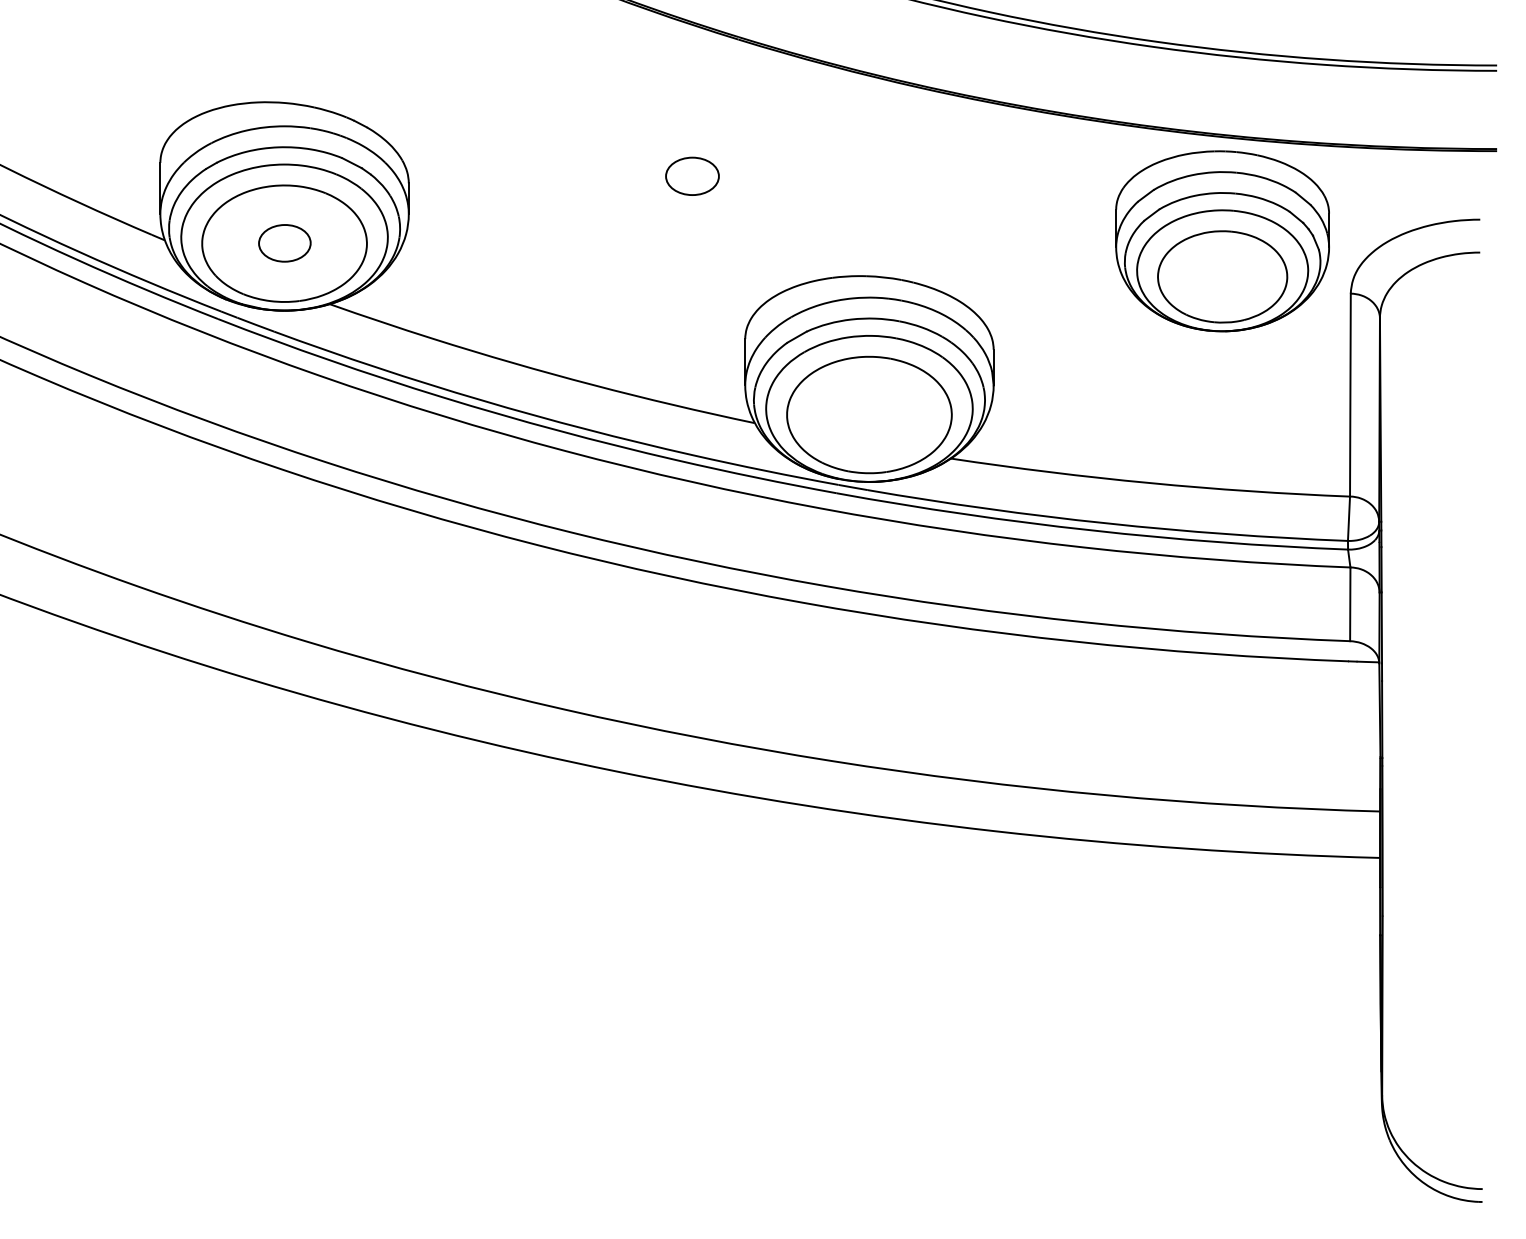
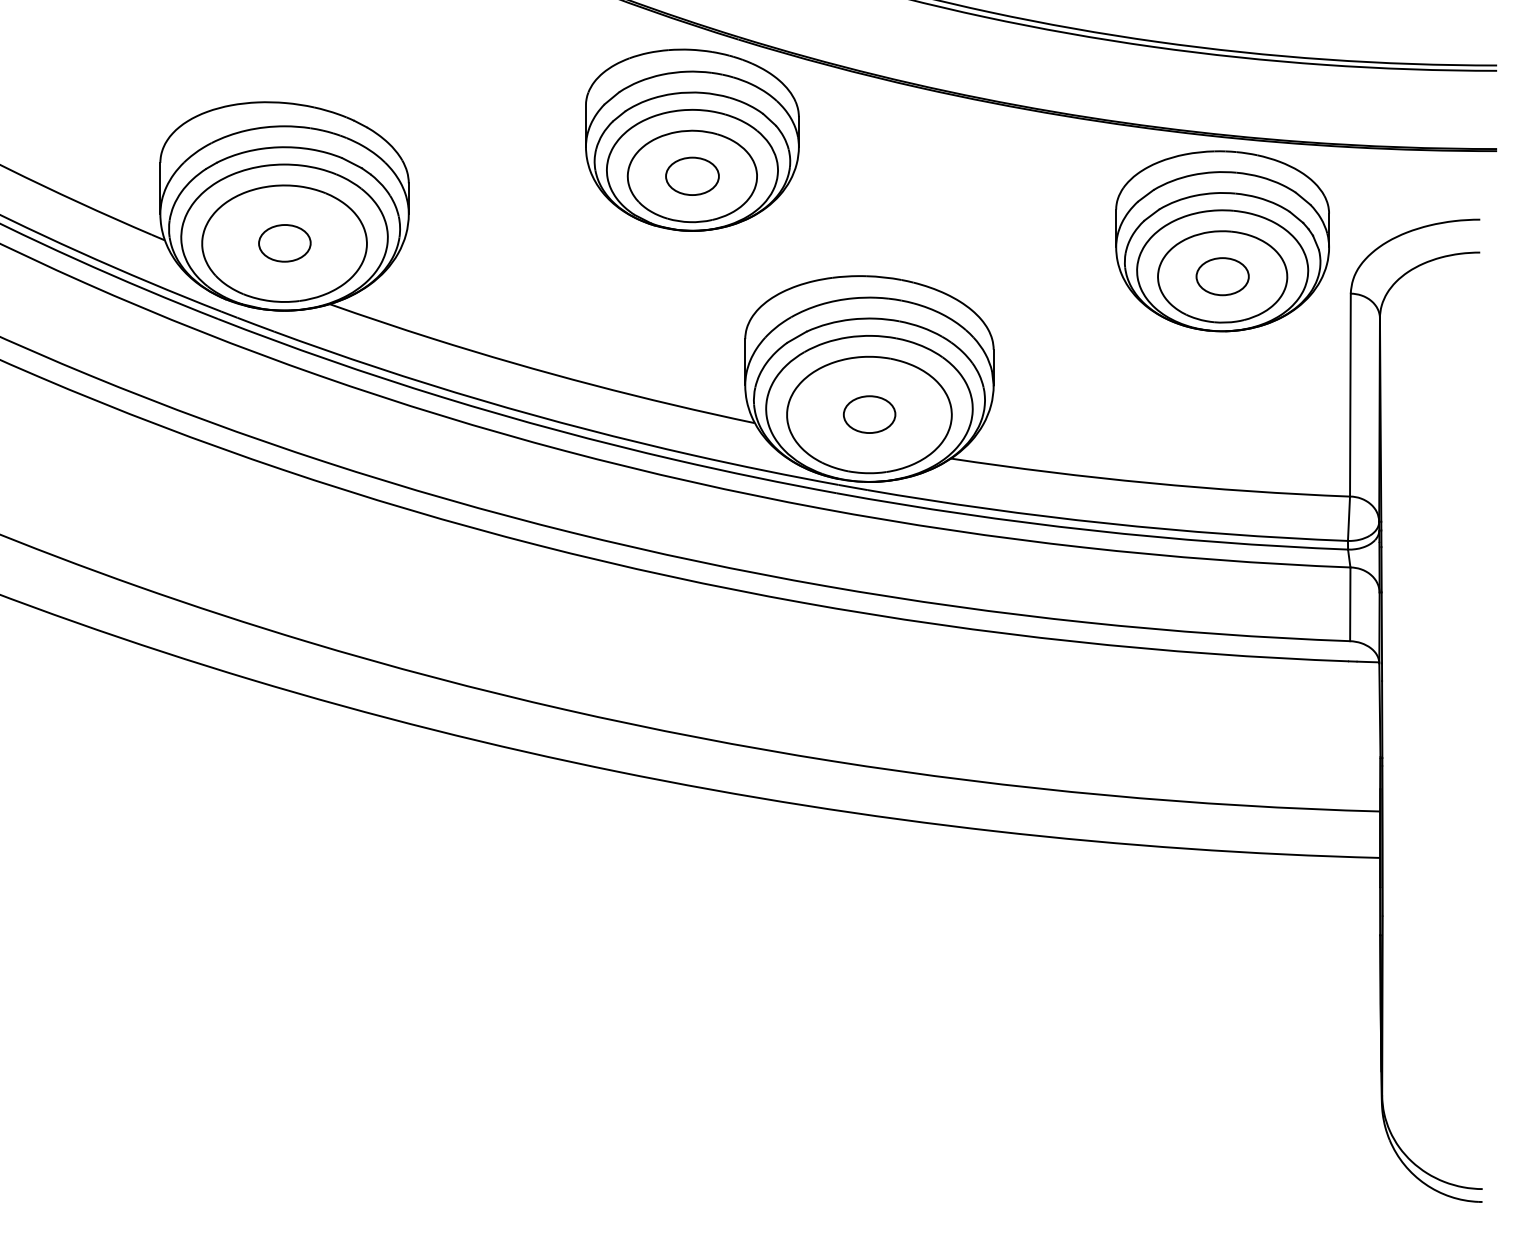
part at (692, 139): none -> present
part at (1222, 276): none -> present
part at (869, 414): none -> present
